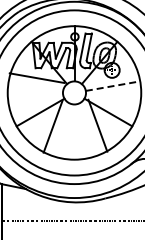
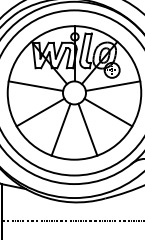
line at (36, 77) position: (36, 77) -> (35, 85)
line at (113, 86): dashed -> solid
line at (97, 125) position: (97, 125) -> (87, 129)
line at (52, 126) position: (52, 126) -> (60, 129)
